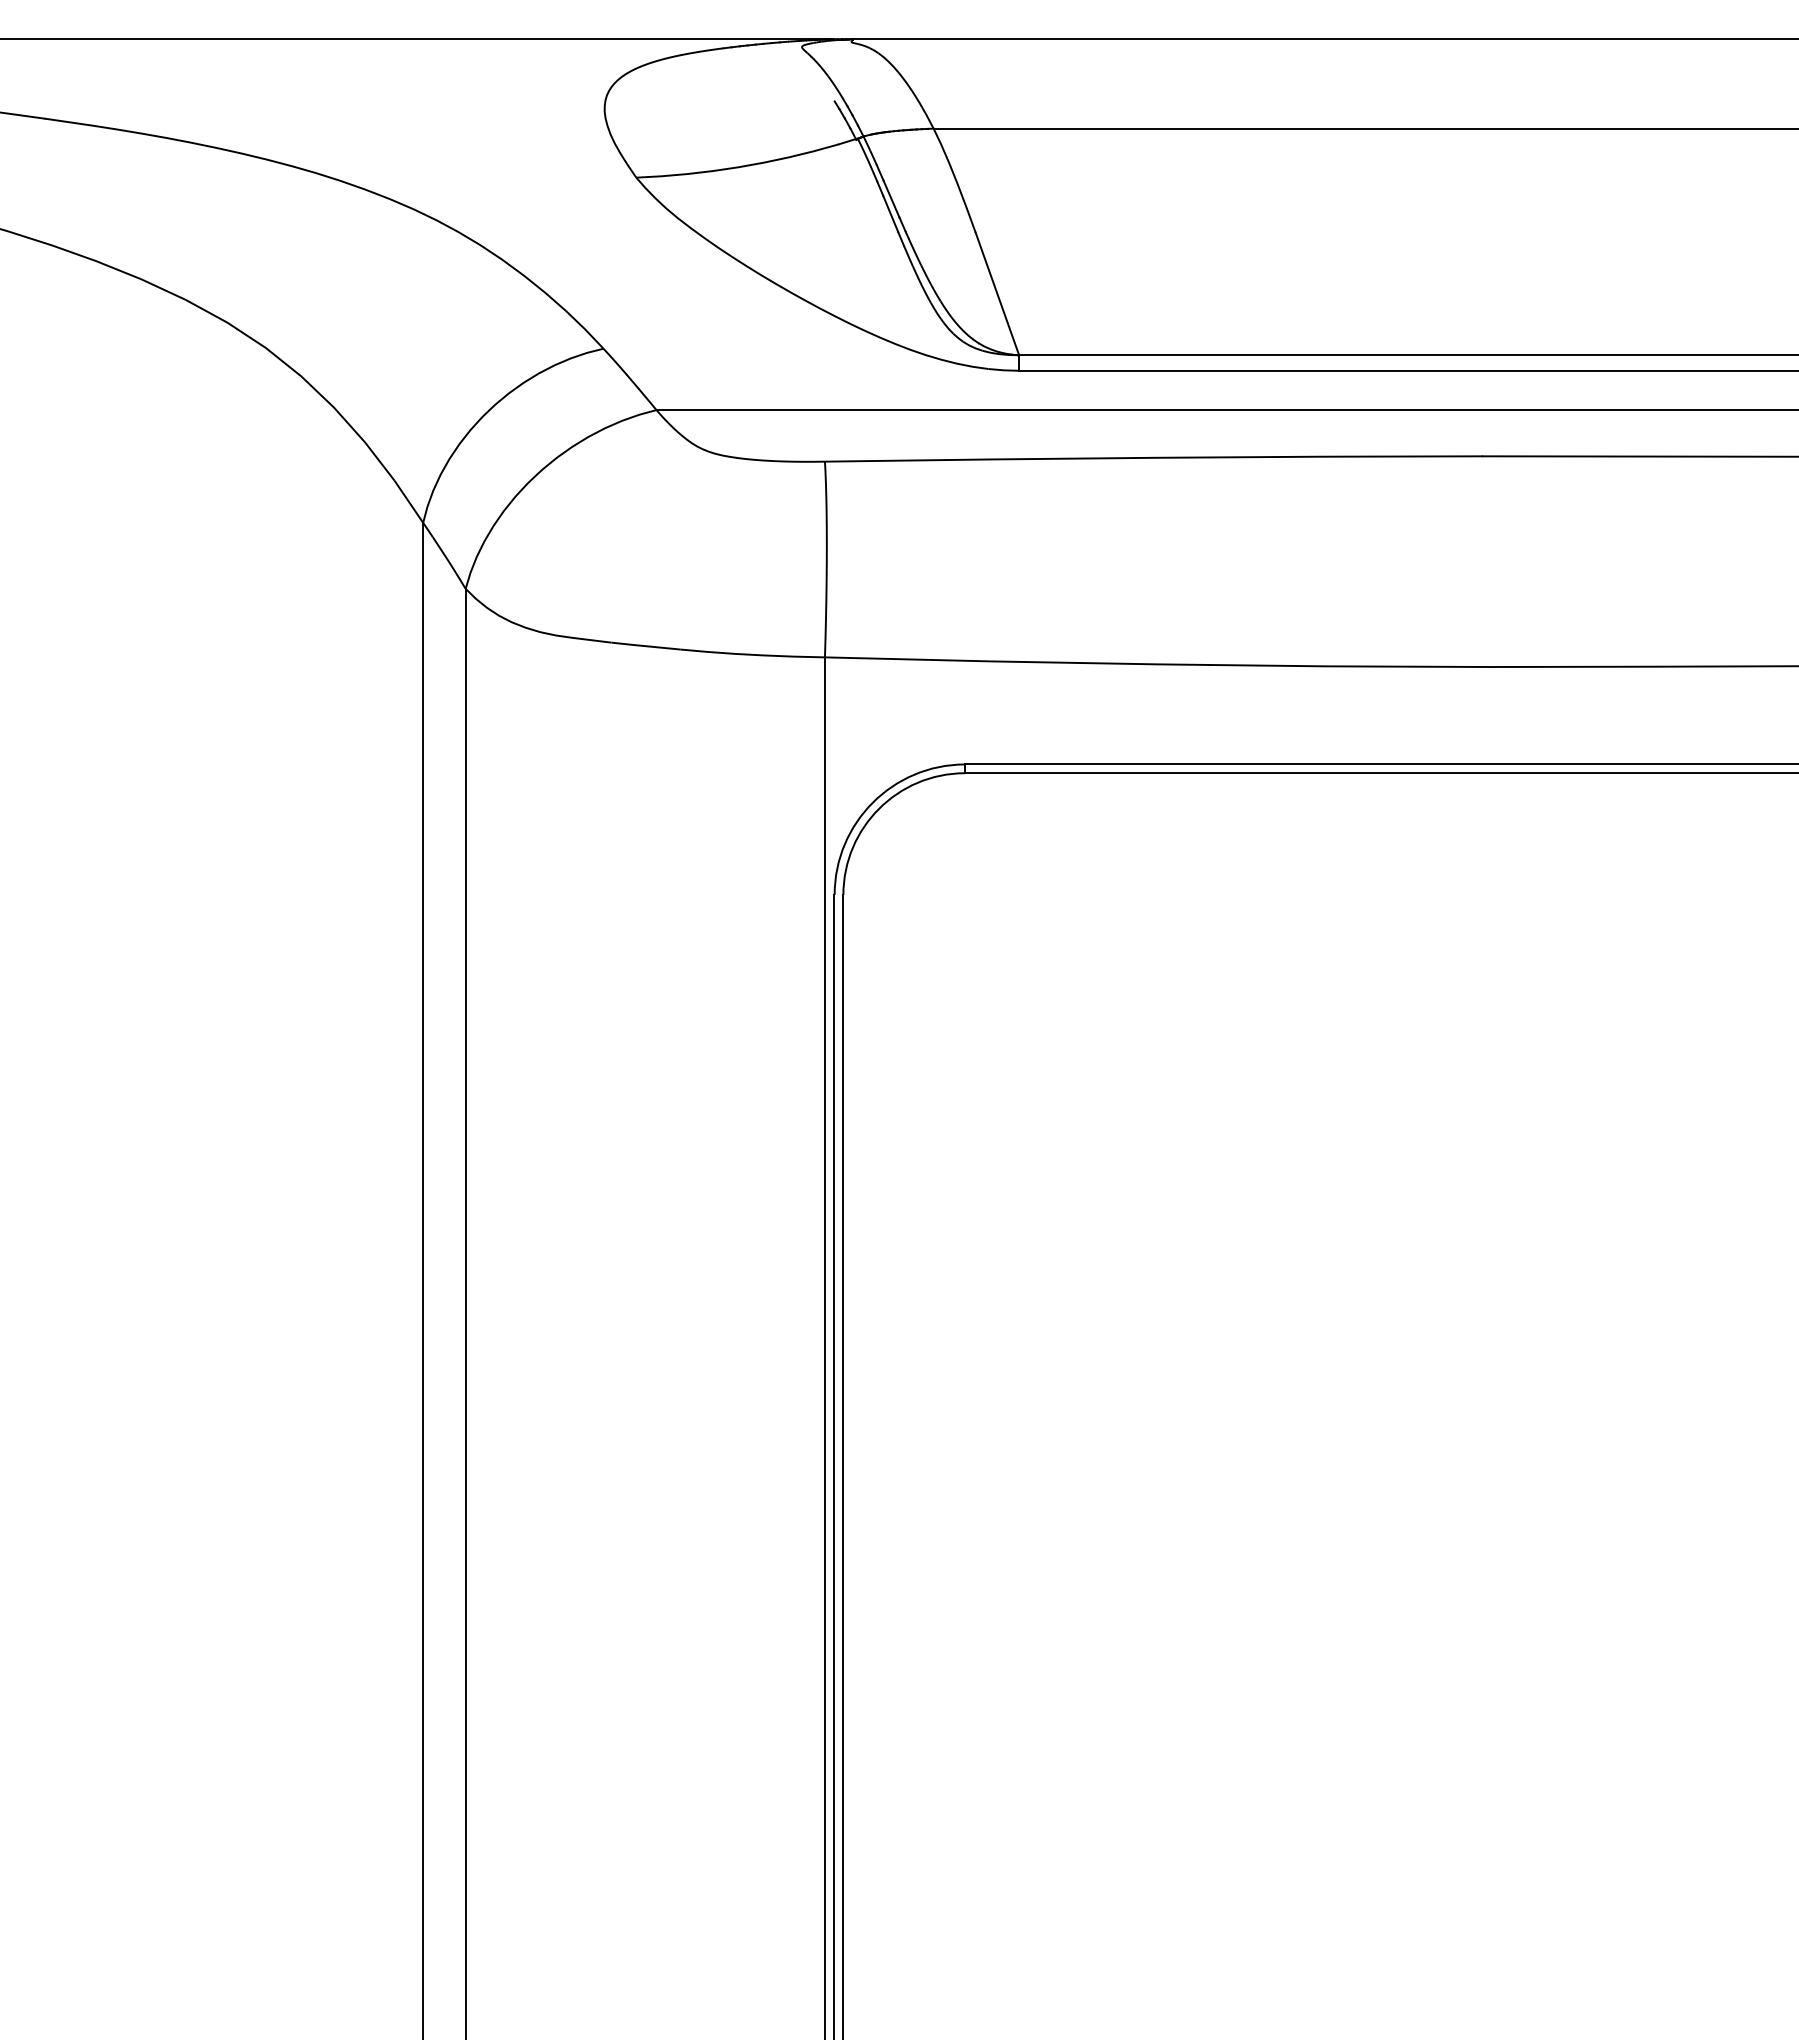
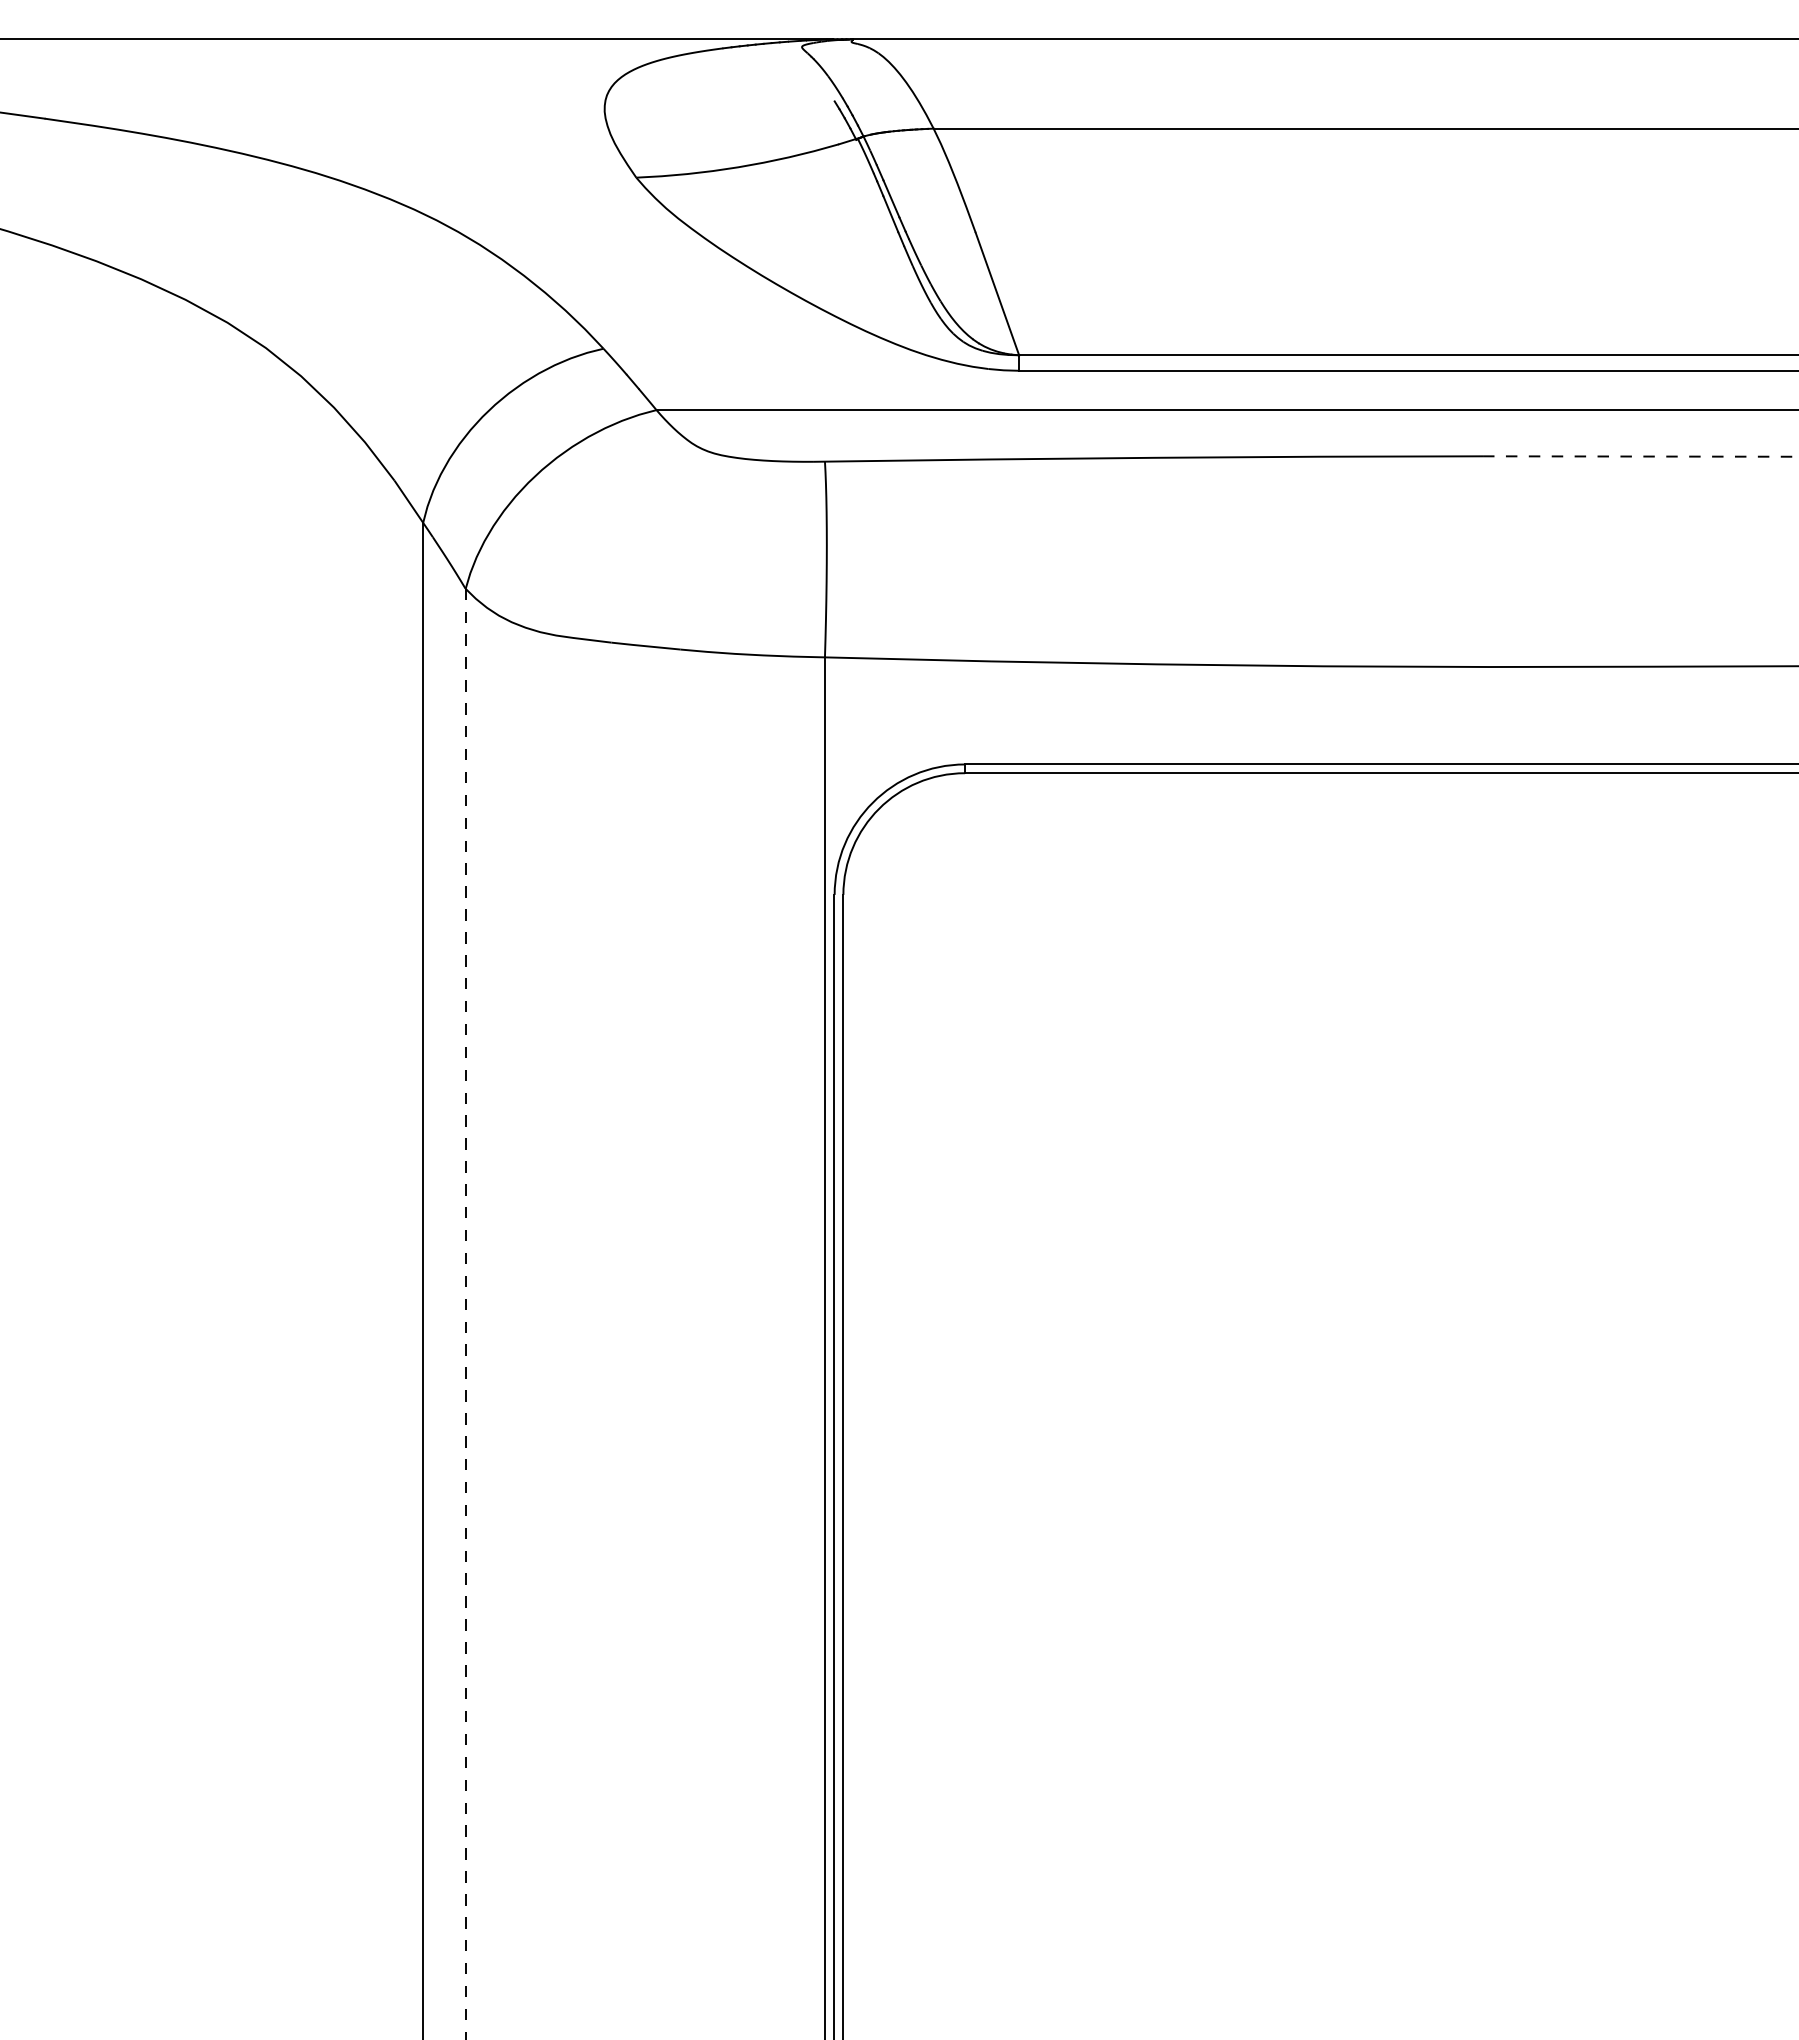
line at (1640, 456): solid -> dashed
line at (465, 1314): solid -> dashed
